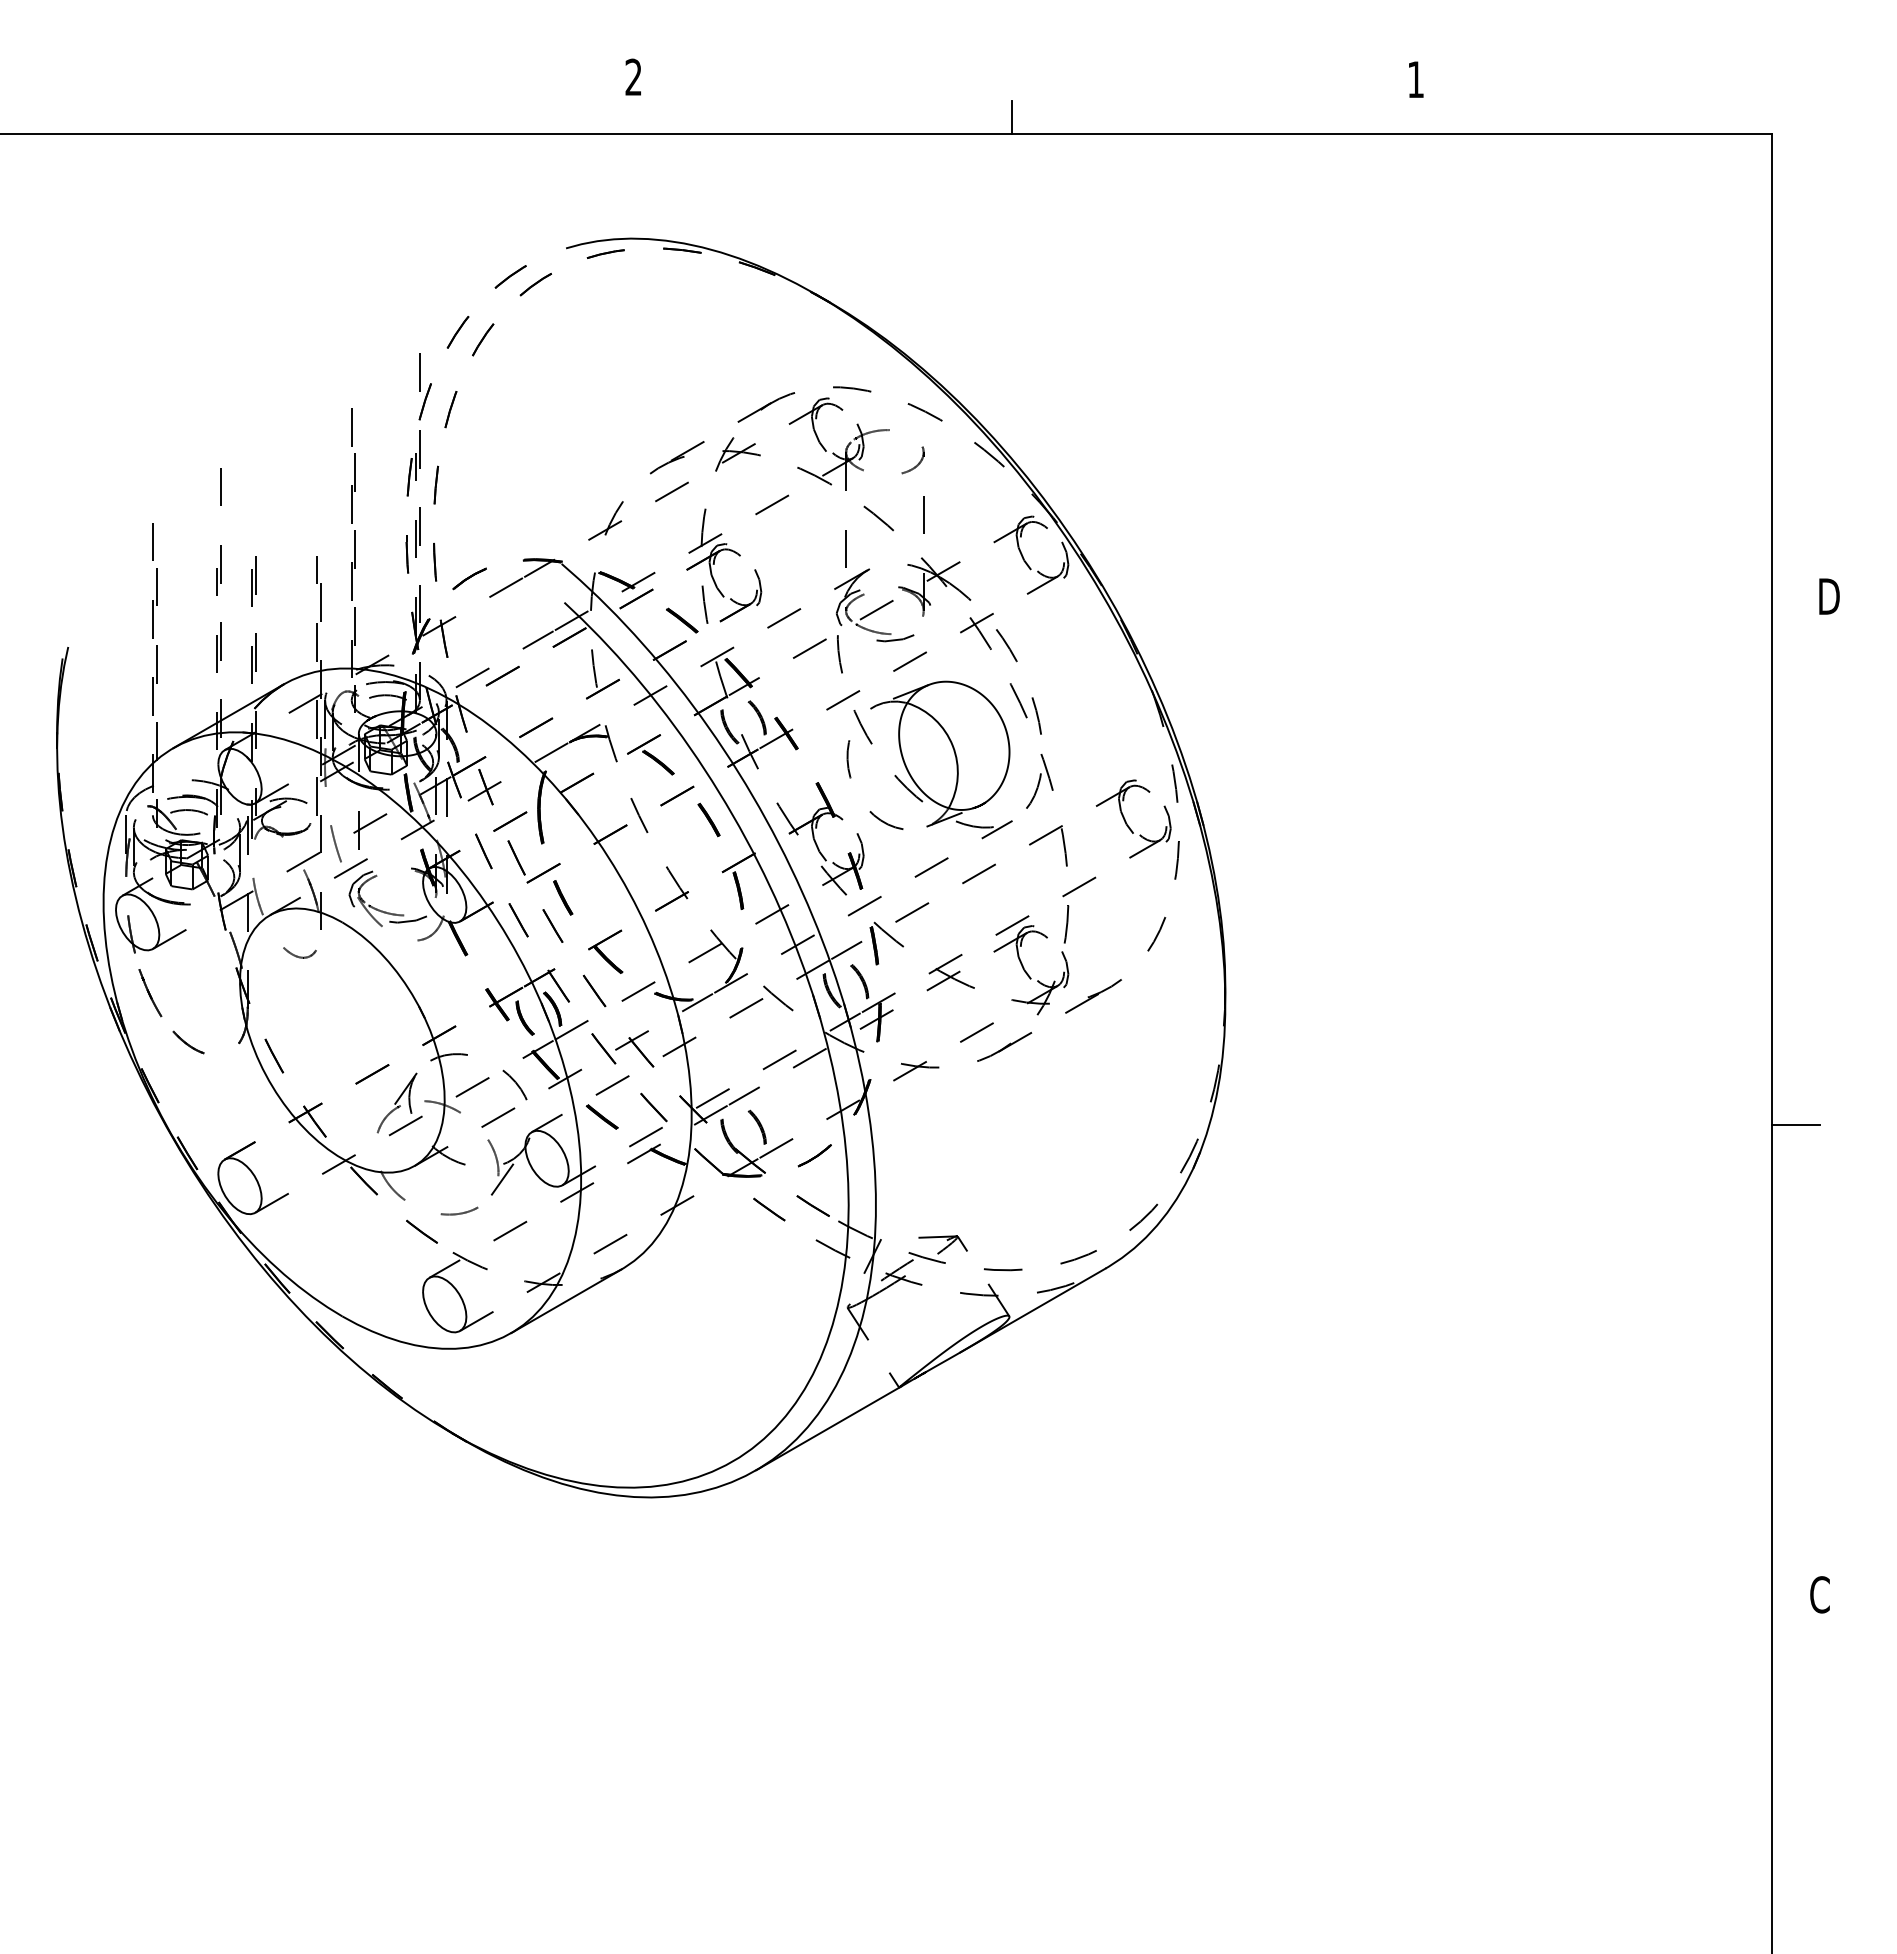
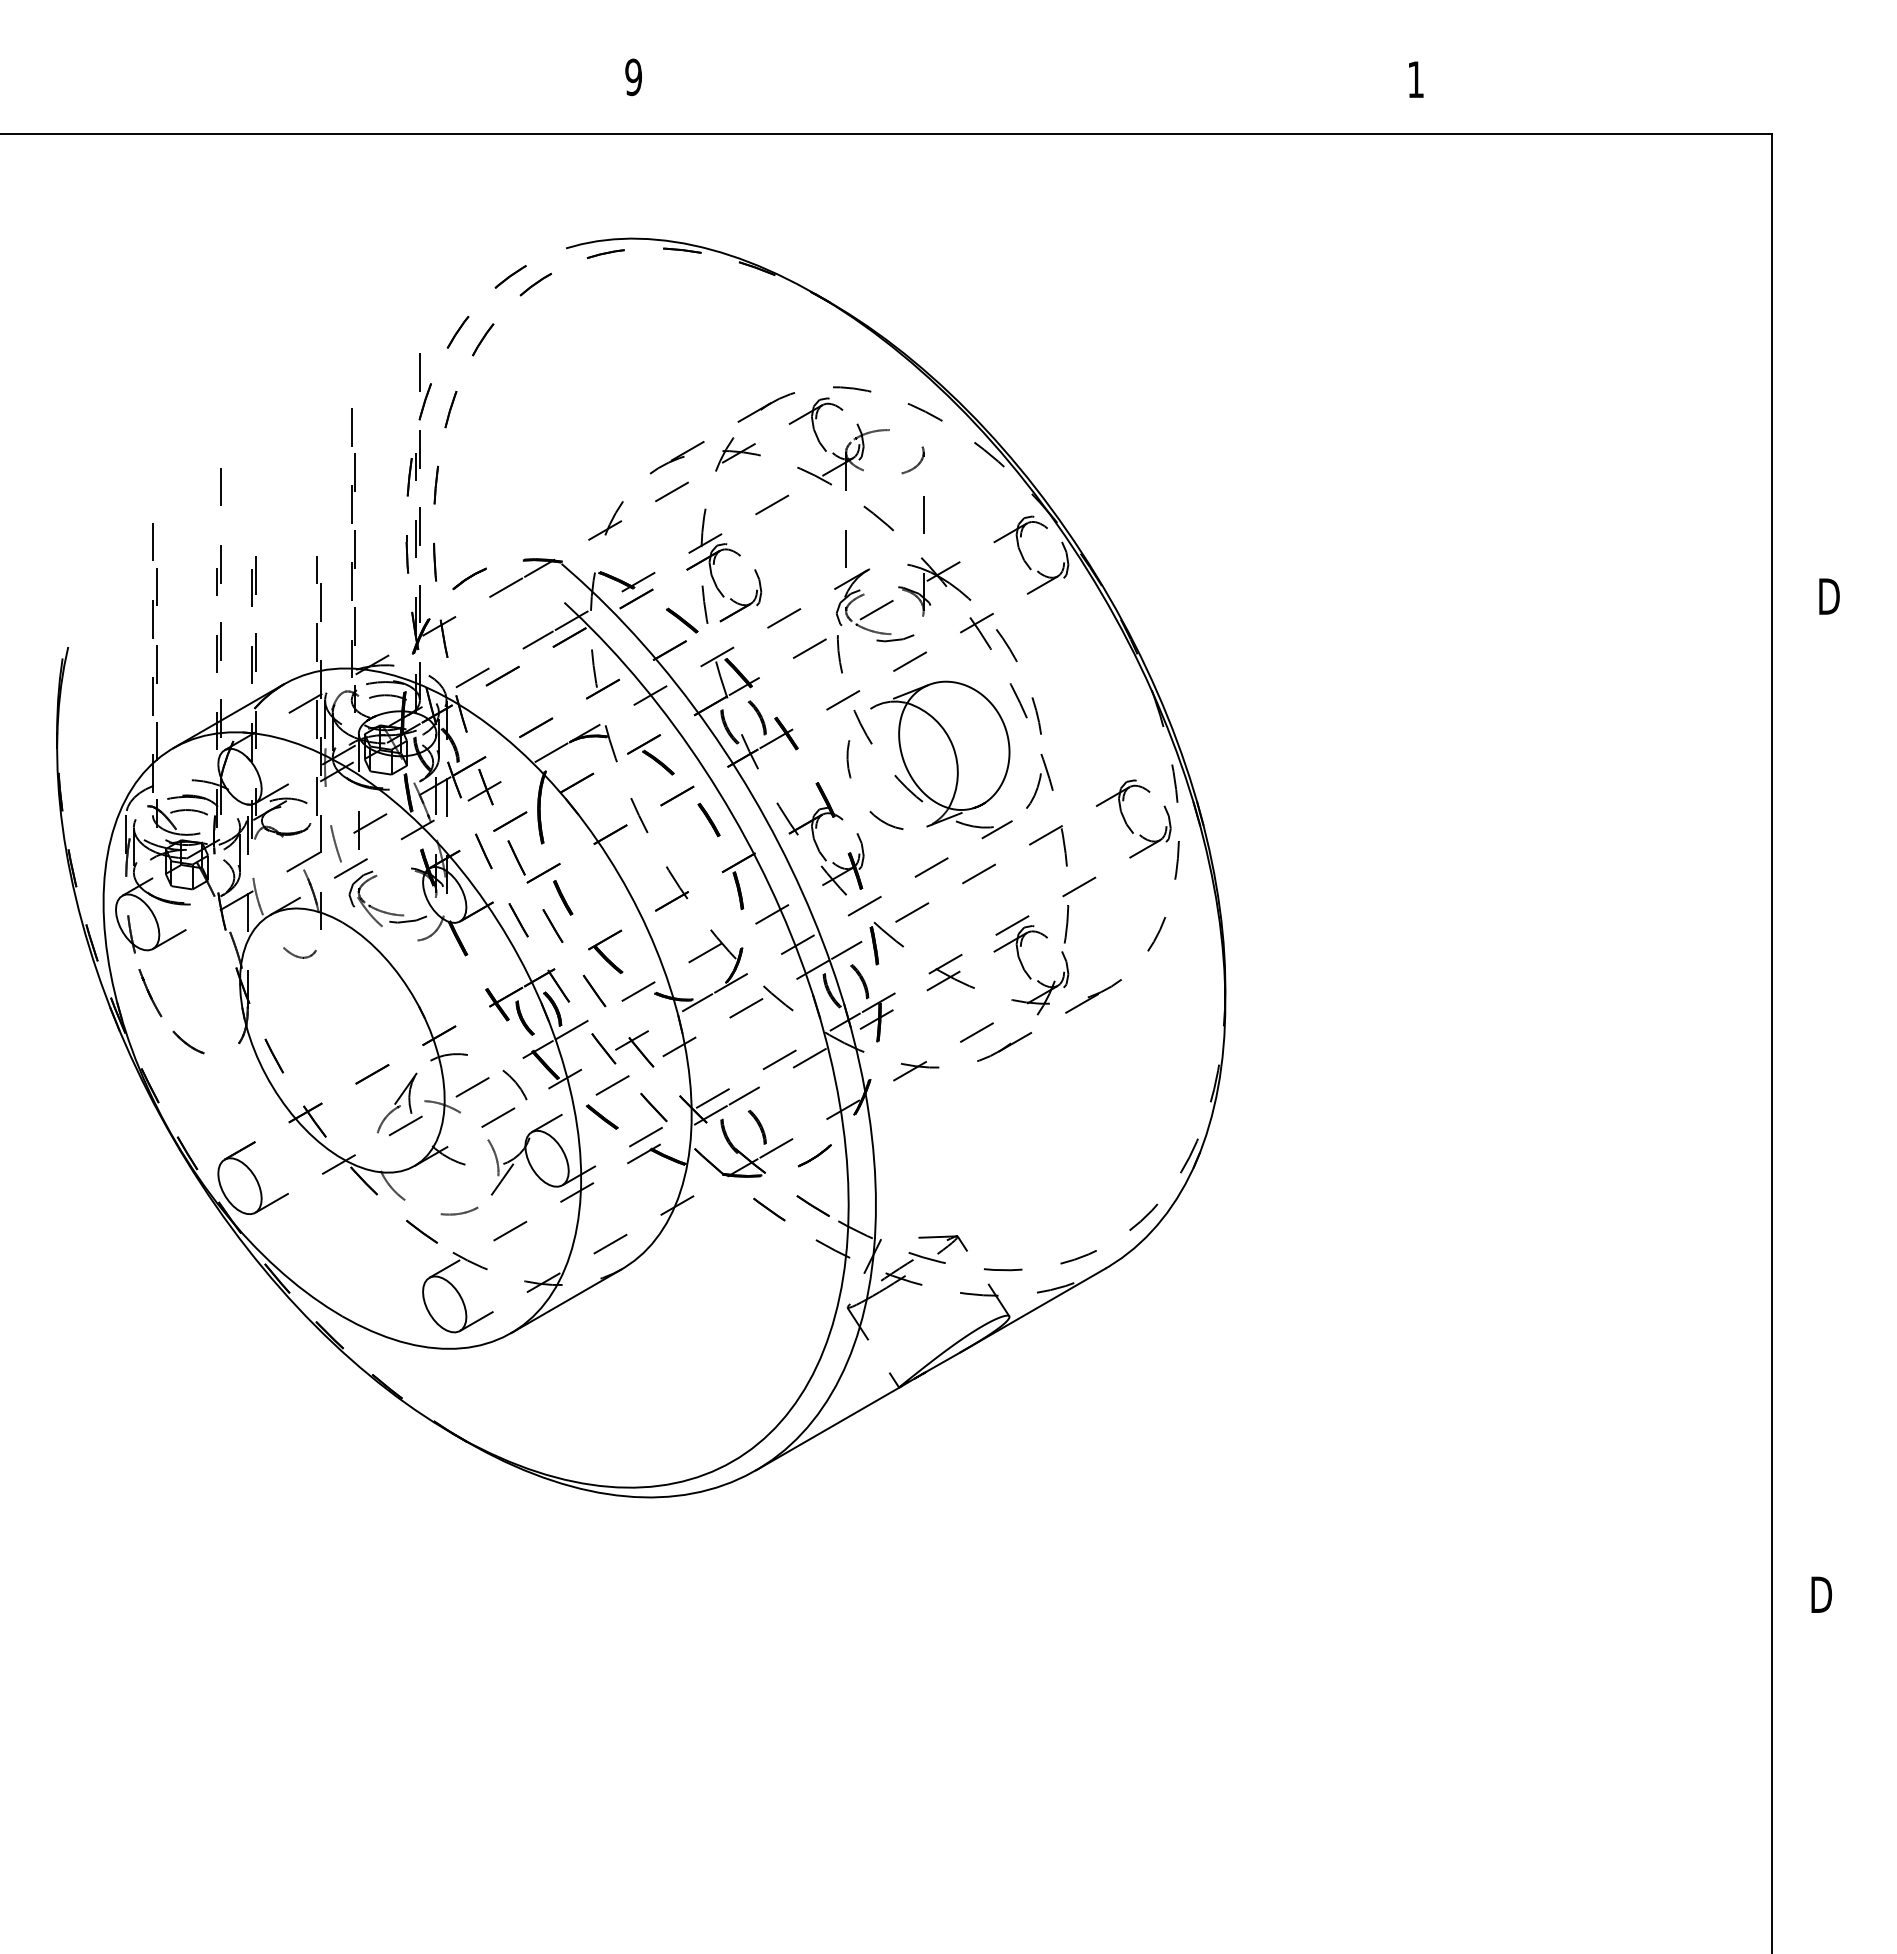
text at (633, 77): 2 -> 9
line at (1011, 117): present -> none
line at (1795, 1125): present -> none
text at (1821, 1594): C -> D
